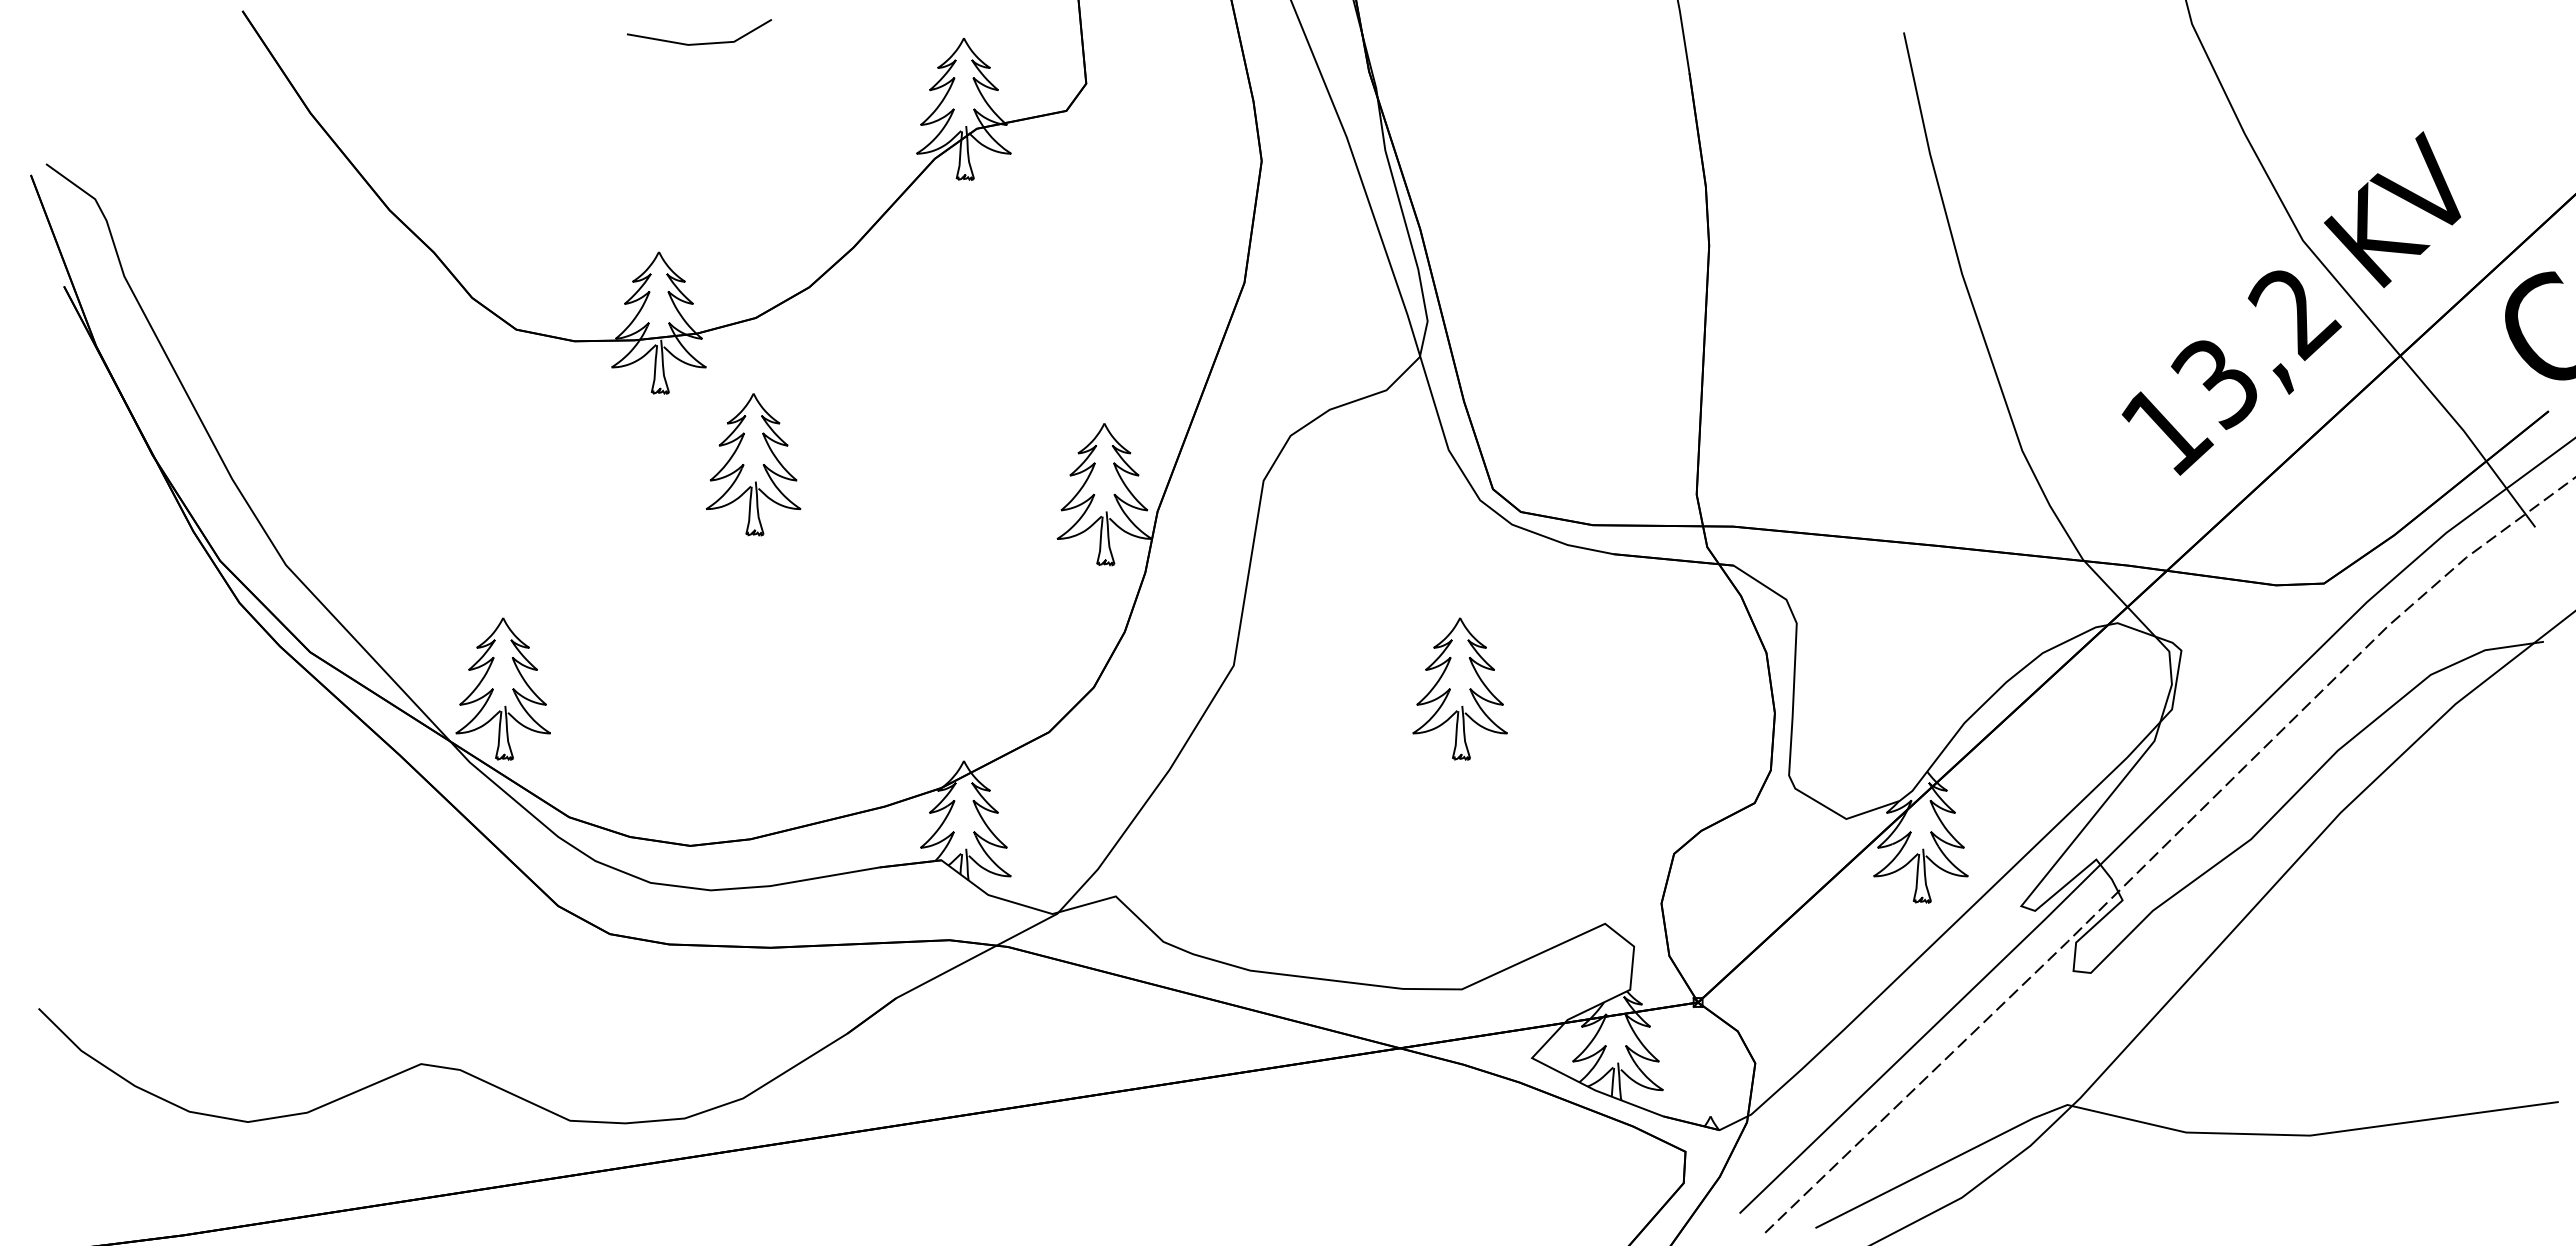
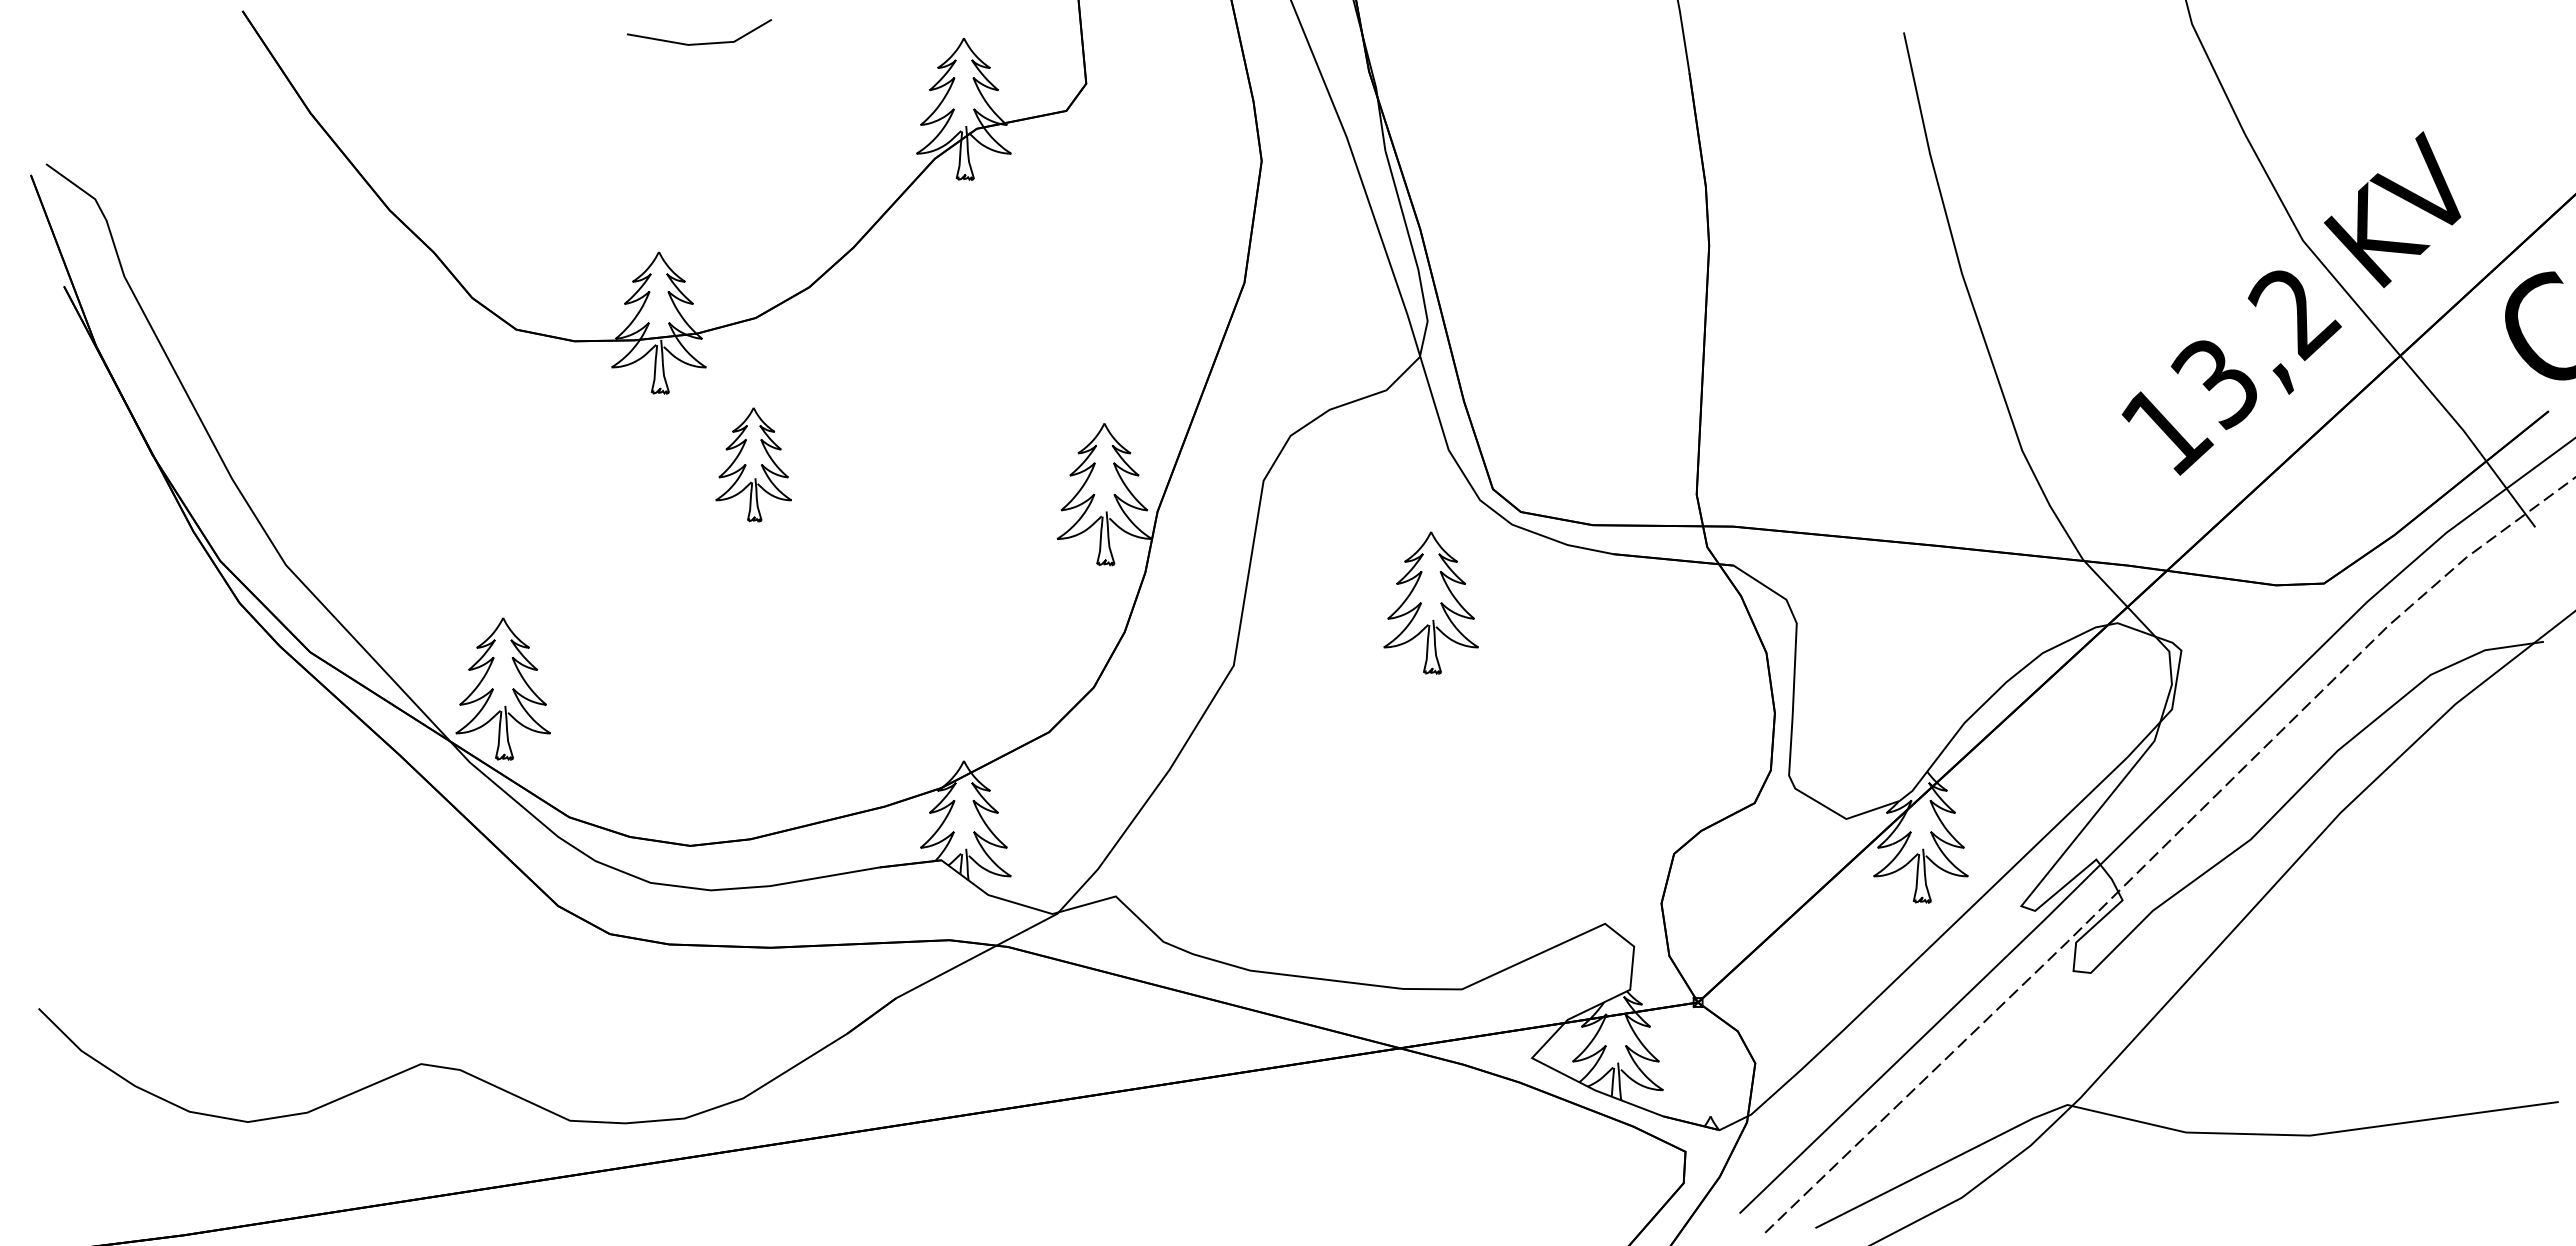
part at (753, 464) size: 96x144 px -> 77x116 px
part at (1459, 688) position: (1459, 688) -> (1430, 602)
